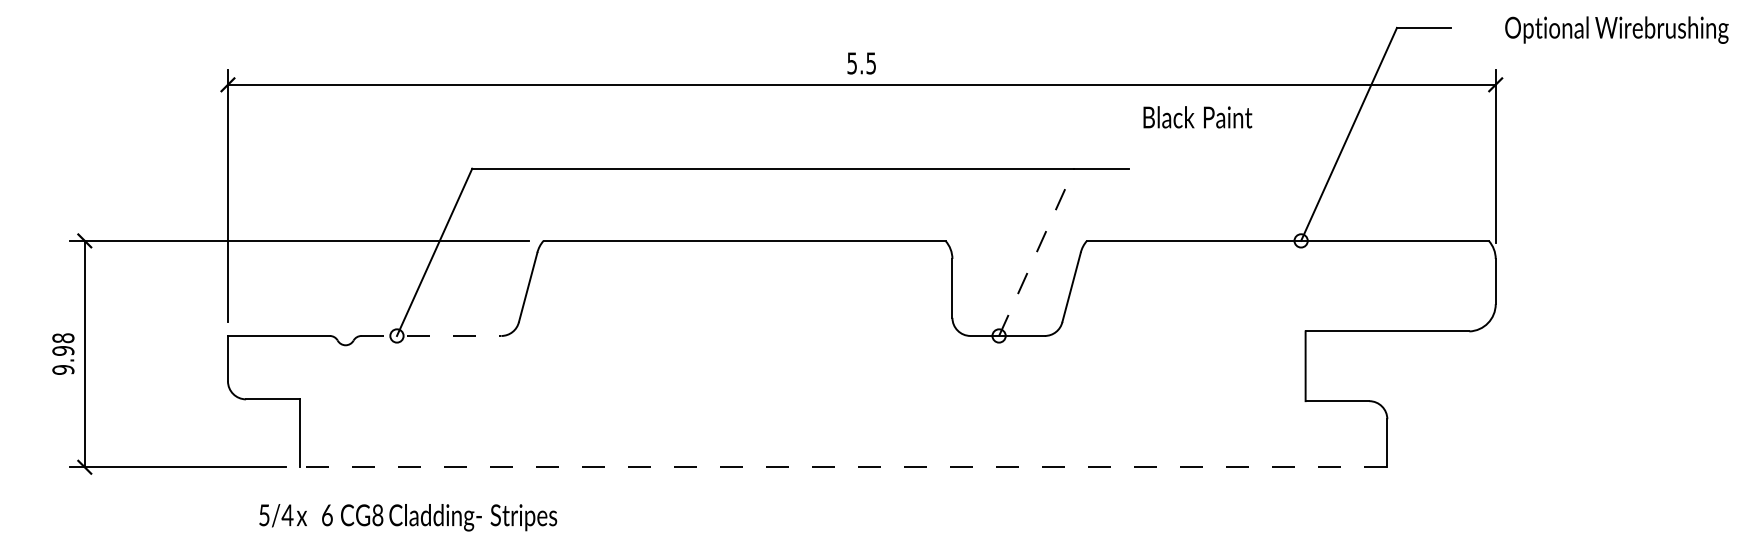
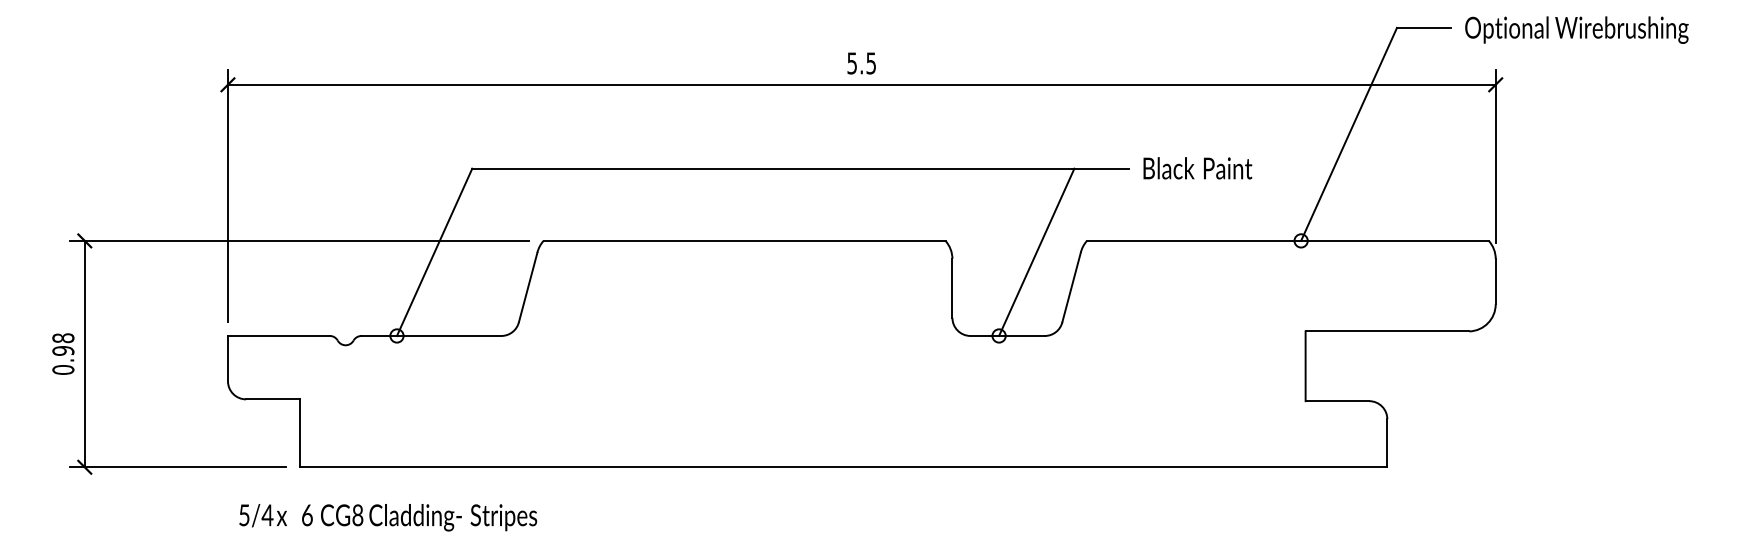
text at (1616, 29) position: (1616, 29) -> (1576, 29)
text at (1197, 117) position: (1197, 117) -> (1197, 168)
line at (1036, 252): dashed -> solid
line at (431, 335): dashed -> solid
text at (63, 369): 9.98 -> 0.98
line at (843, 467): dashed -> solid
text at (408, 517) position: (408, 517) -> (388, 517)
